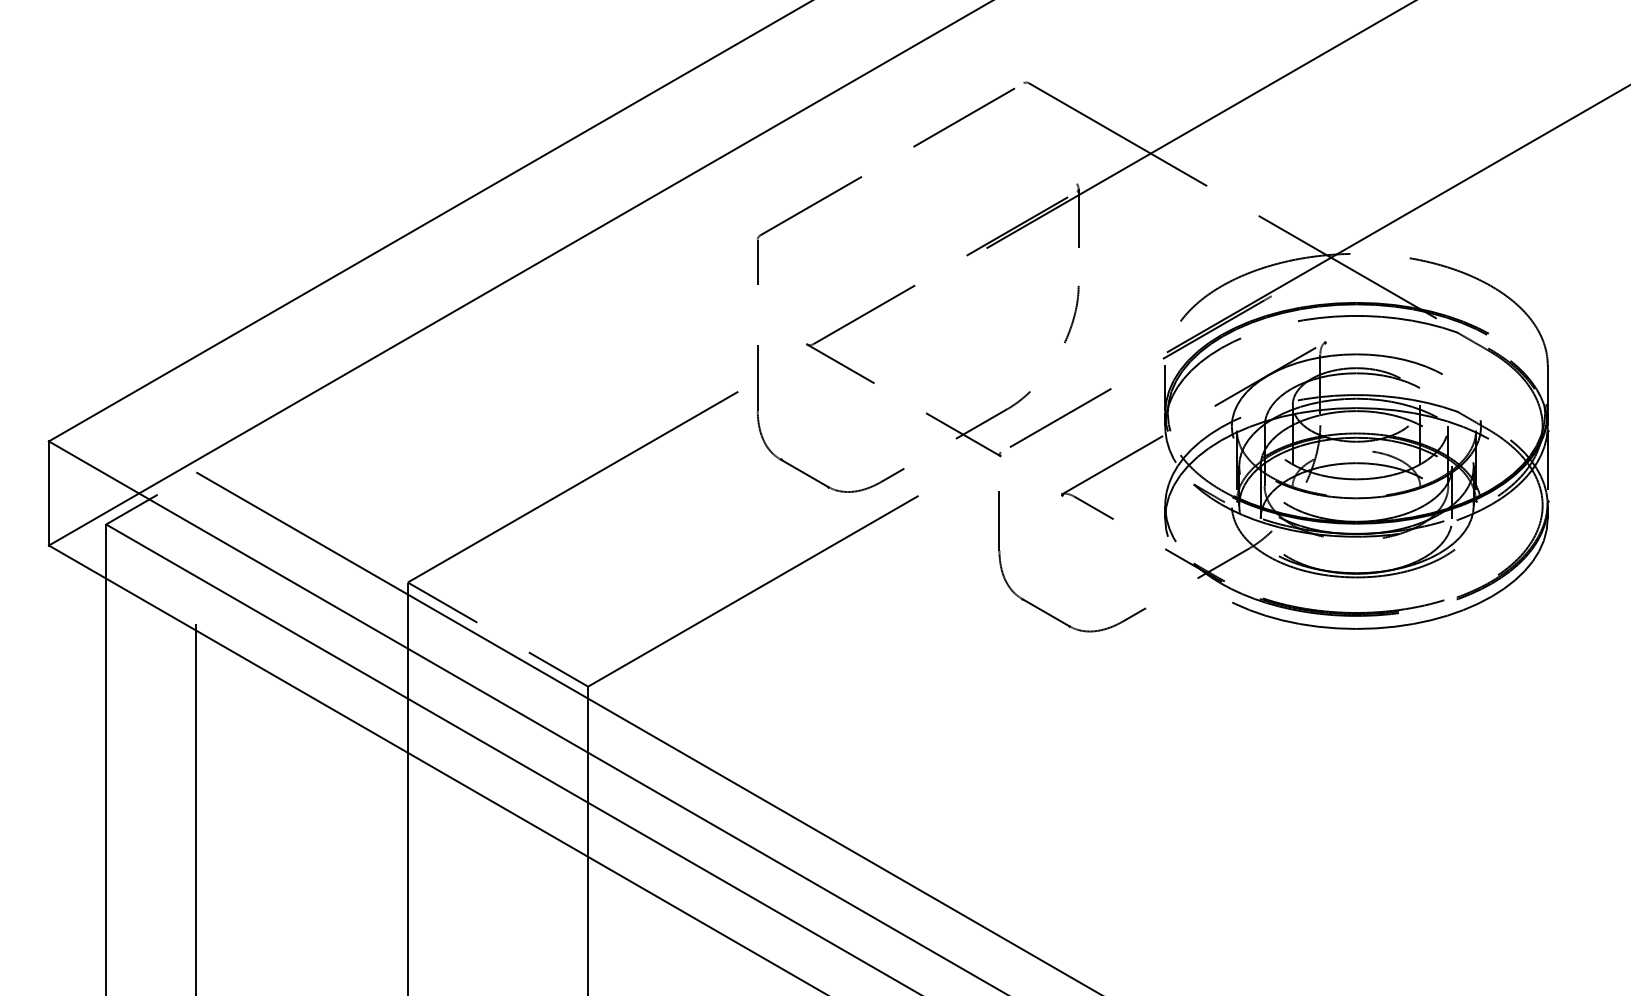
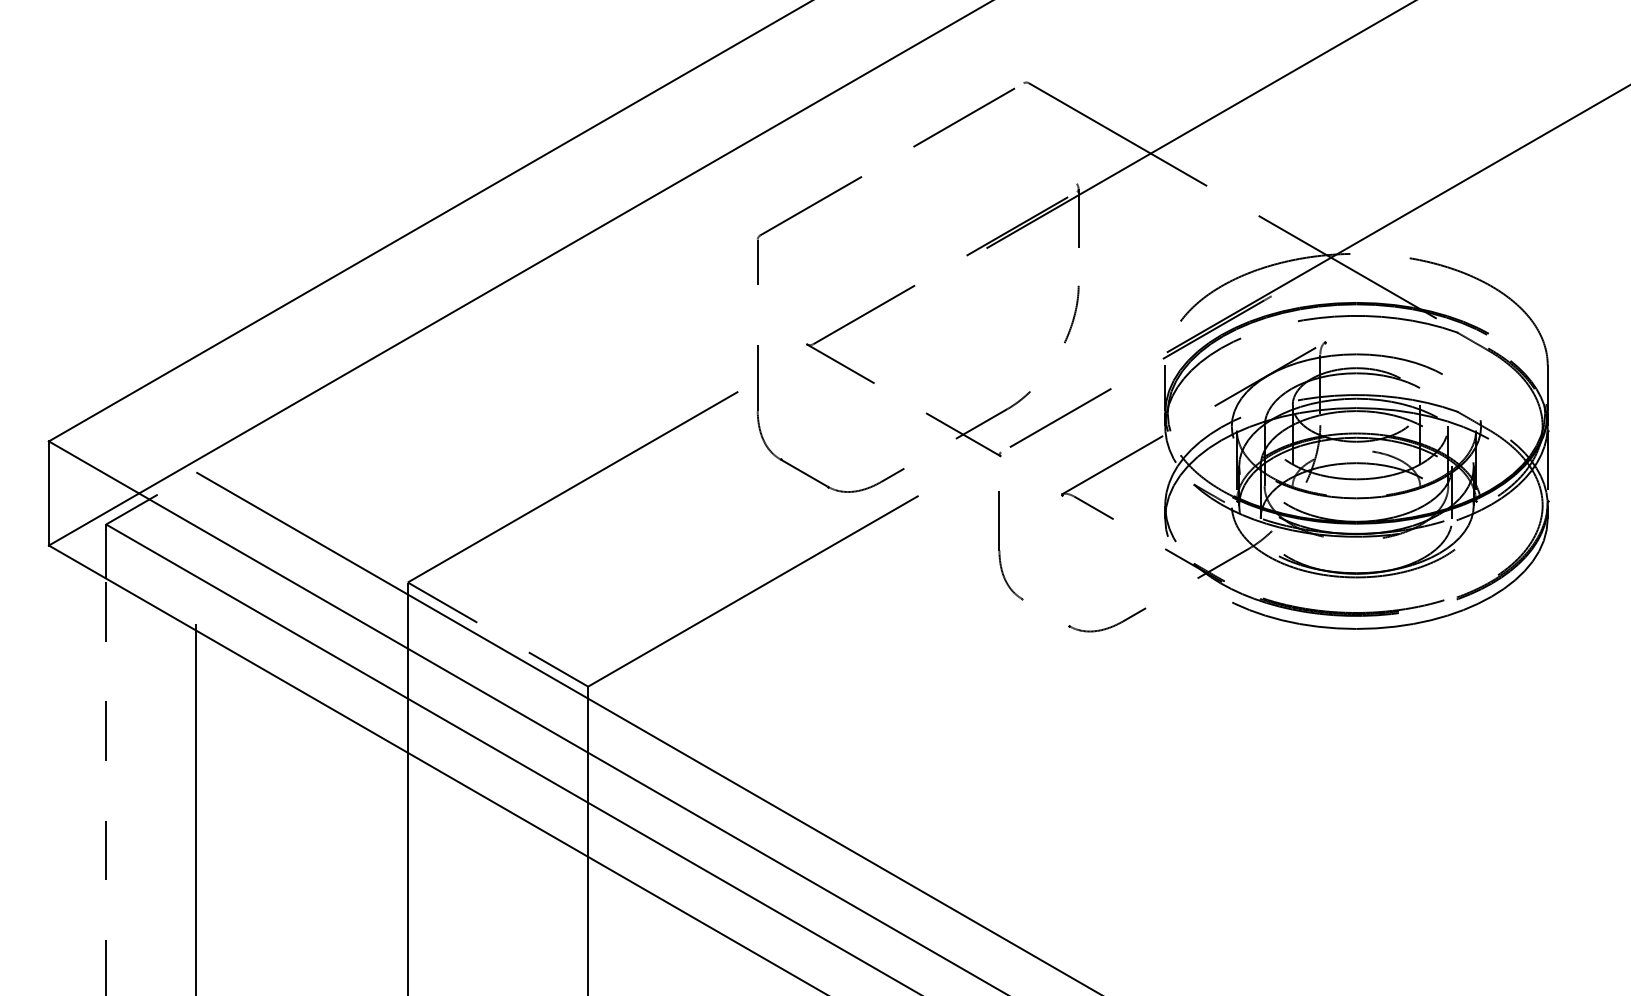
line at (1045, 612): present -> none
line at (106, 787): solid -> dashed
